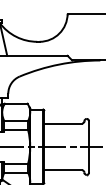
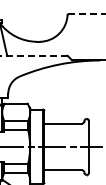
line at (86, 13): solid -> dashed
line at (33, 55): solid -> dashed
